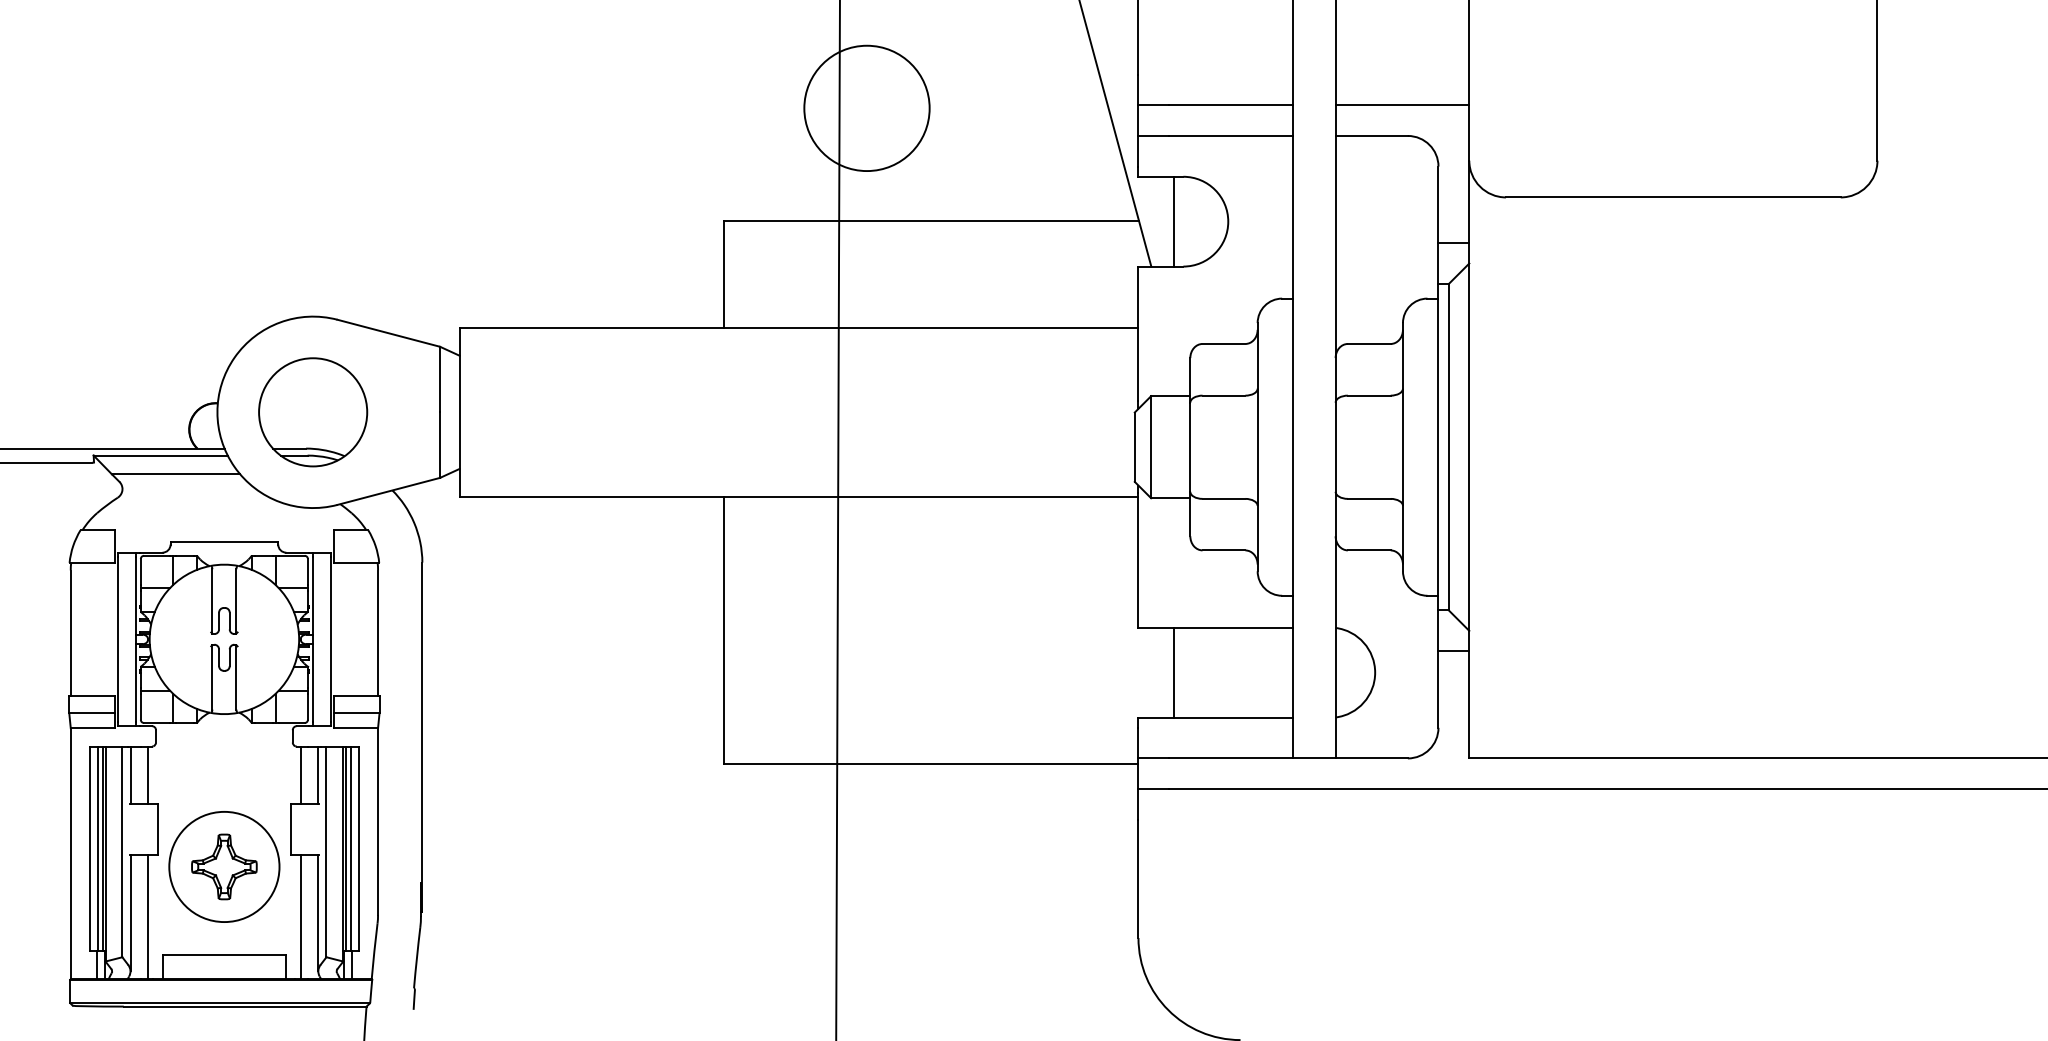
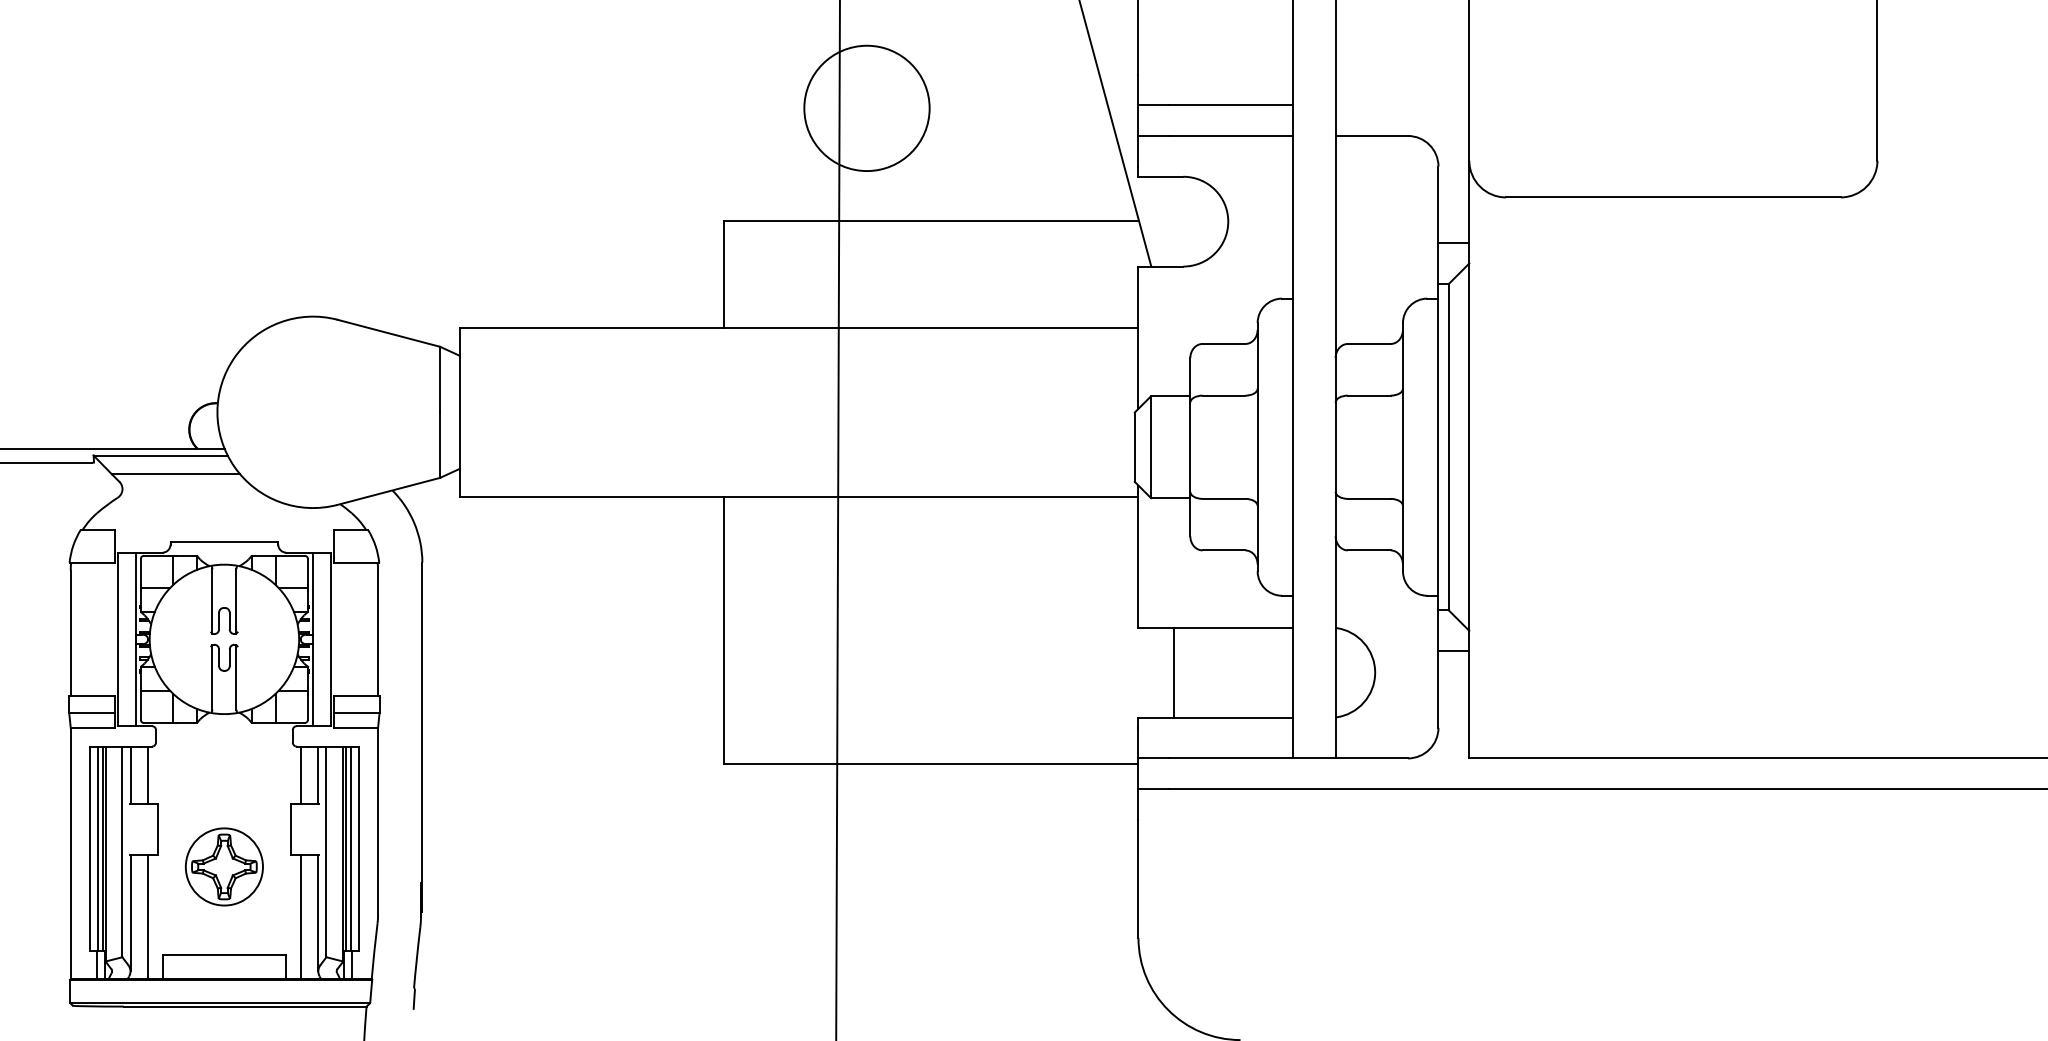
line at (1402, 105): present -> none
line at (1173, 221): present -> none
part at (313, 412): present -> none
circle at (224, 866) diameter: 110 px -> 77 px
